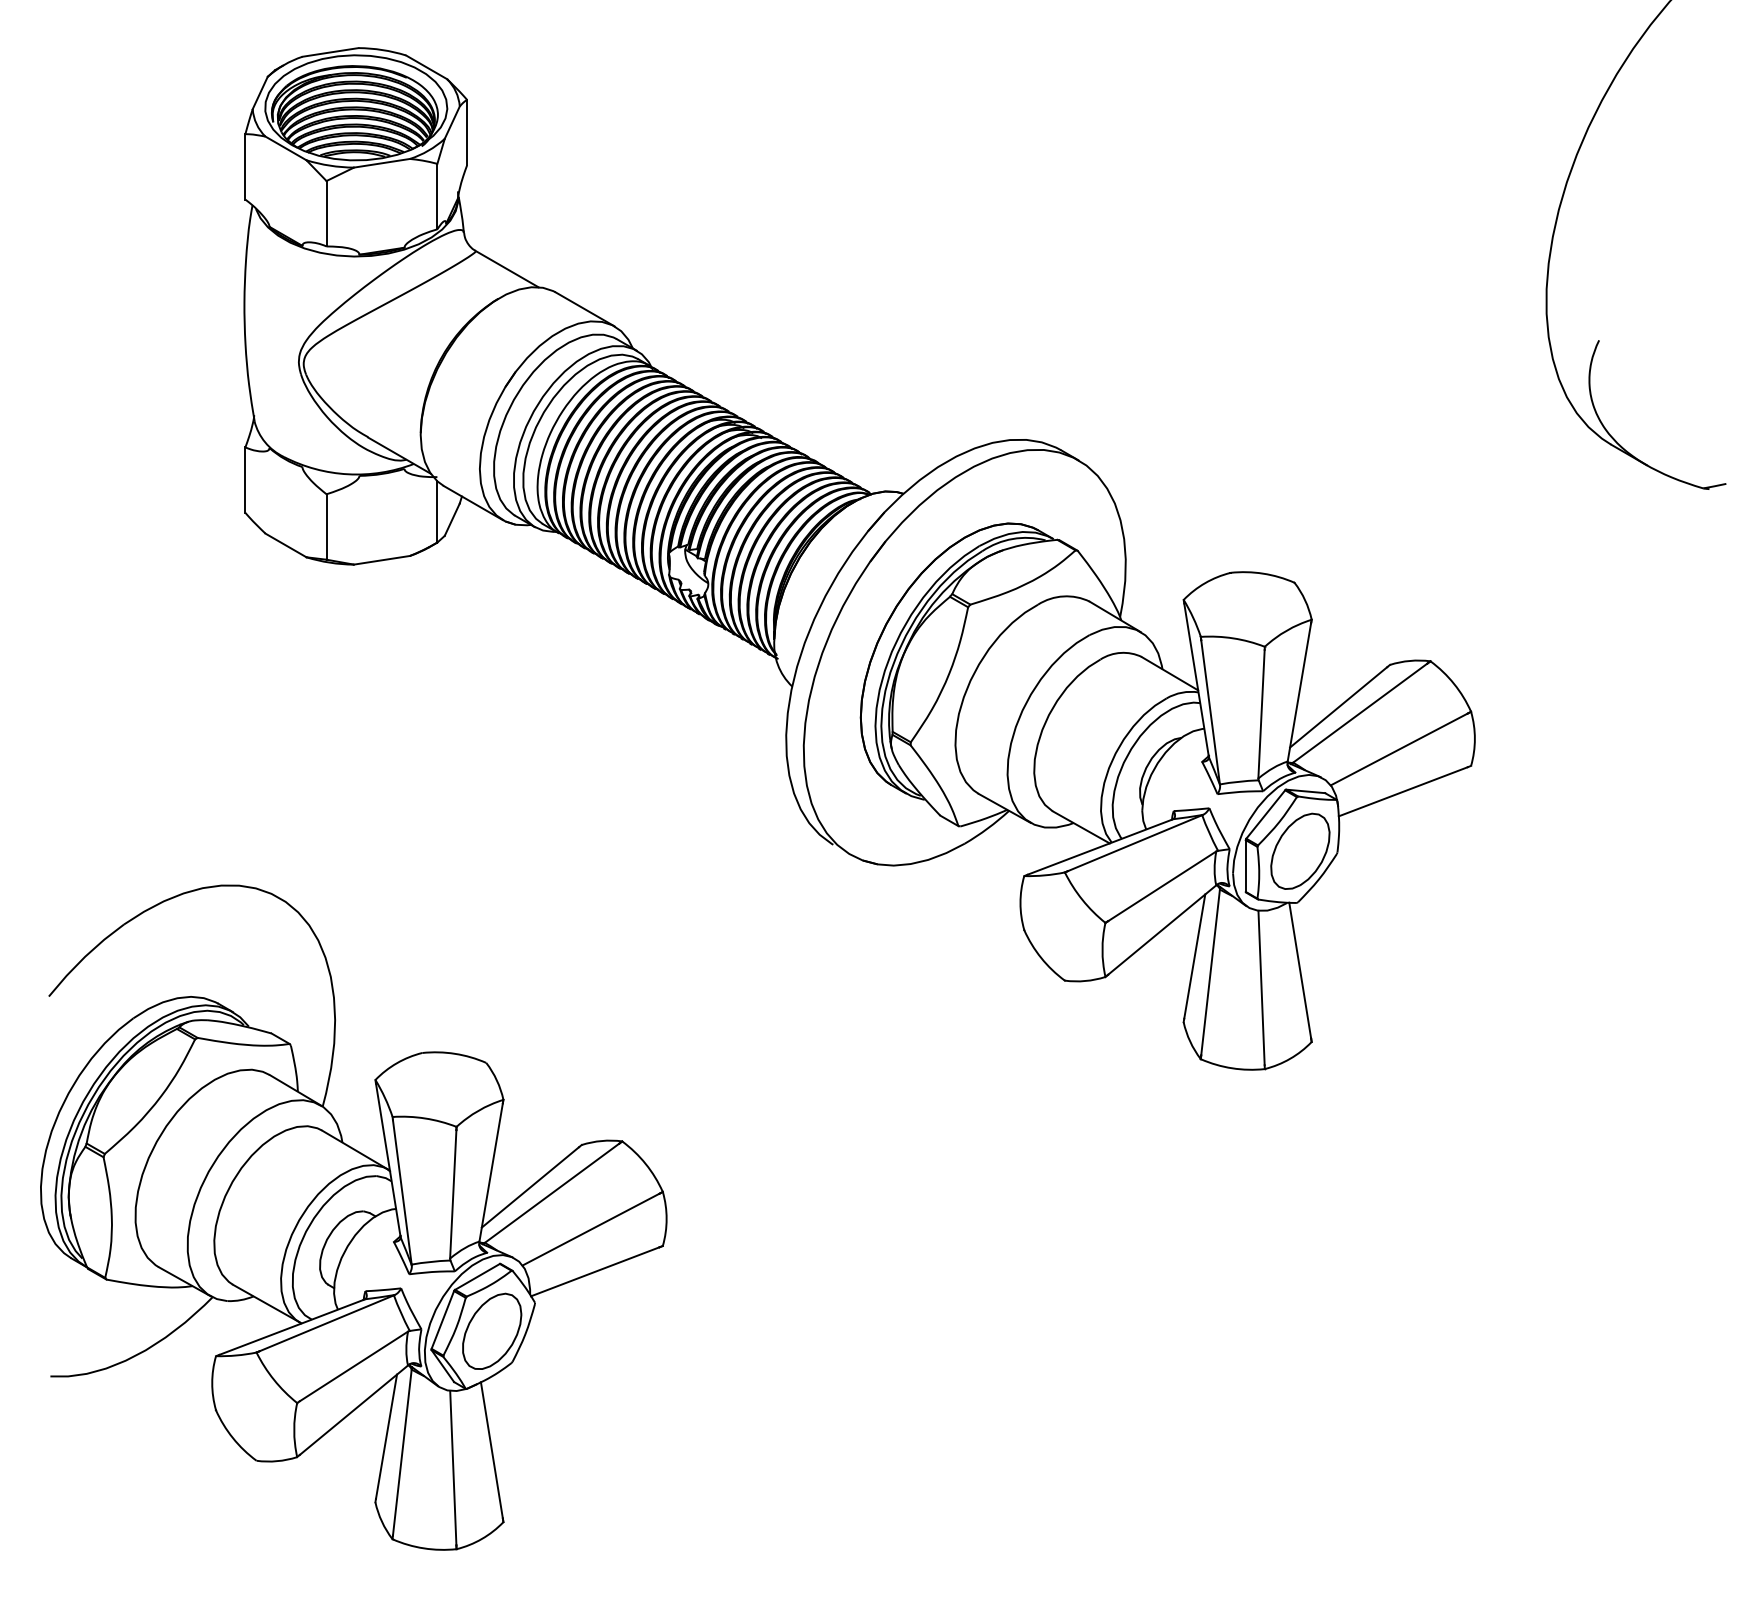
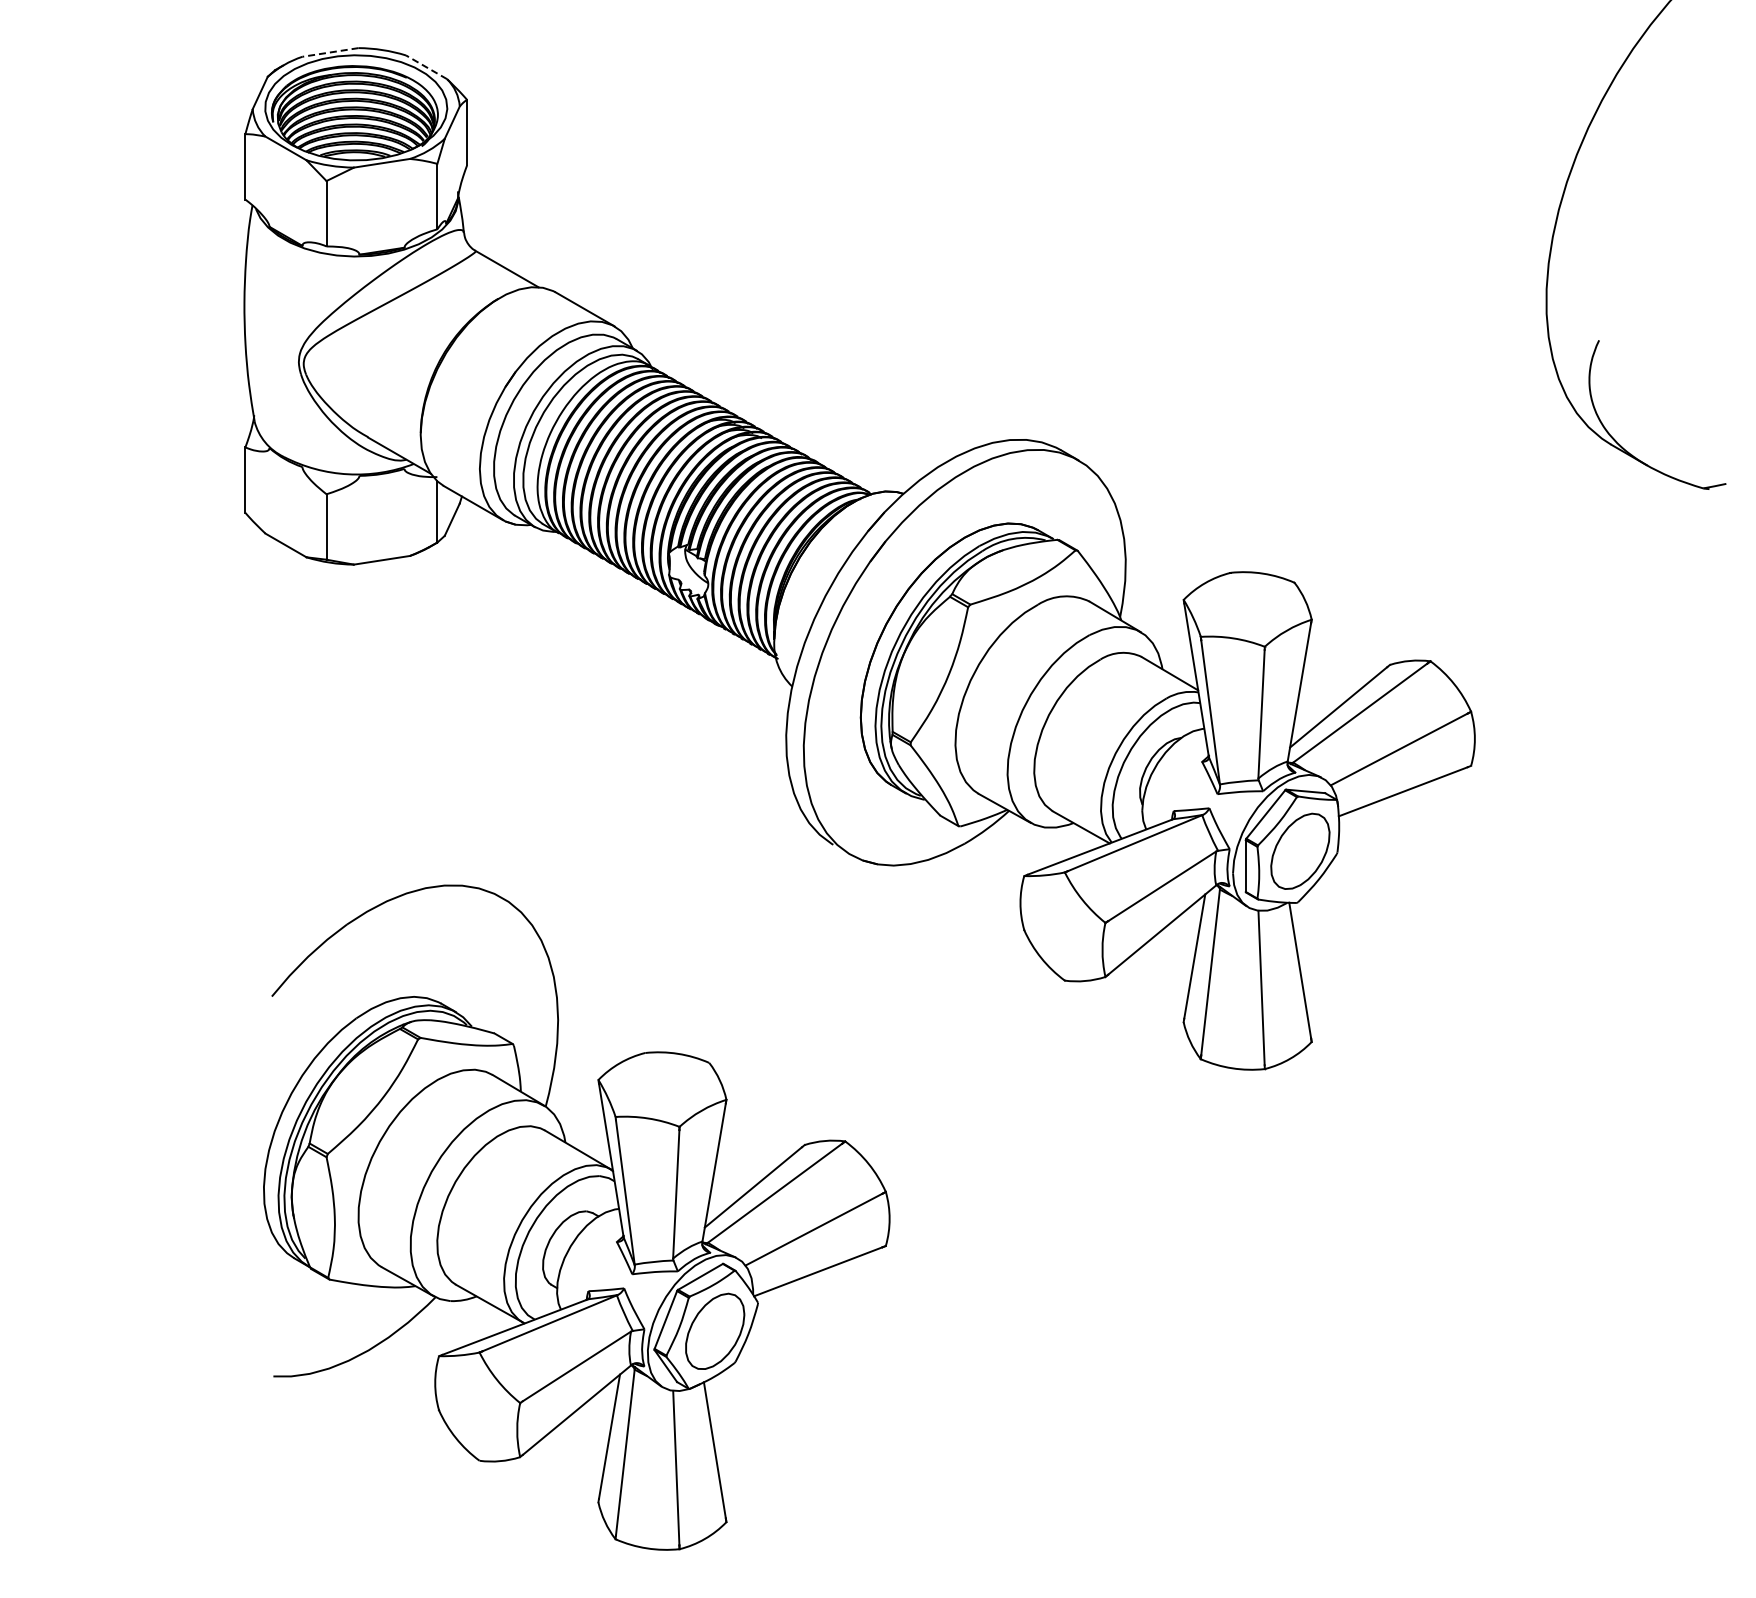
line at (330, 52): solid -> dashed
line at (426, 67): solid -> dashed
part at (353, 1217) position: (353, 1217) -> (576, 1217)
